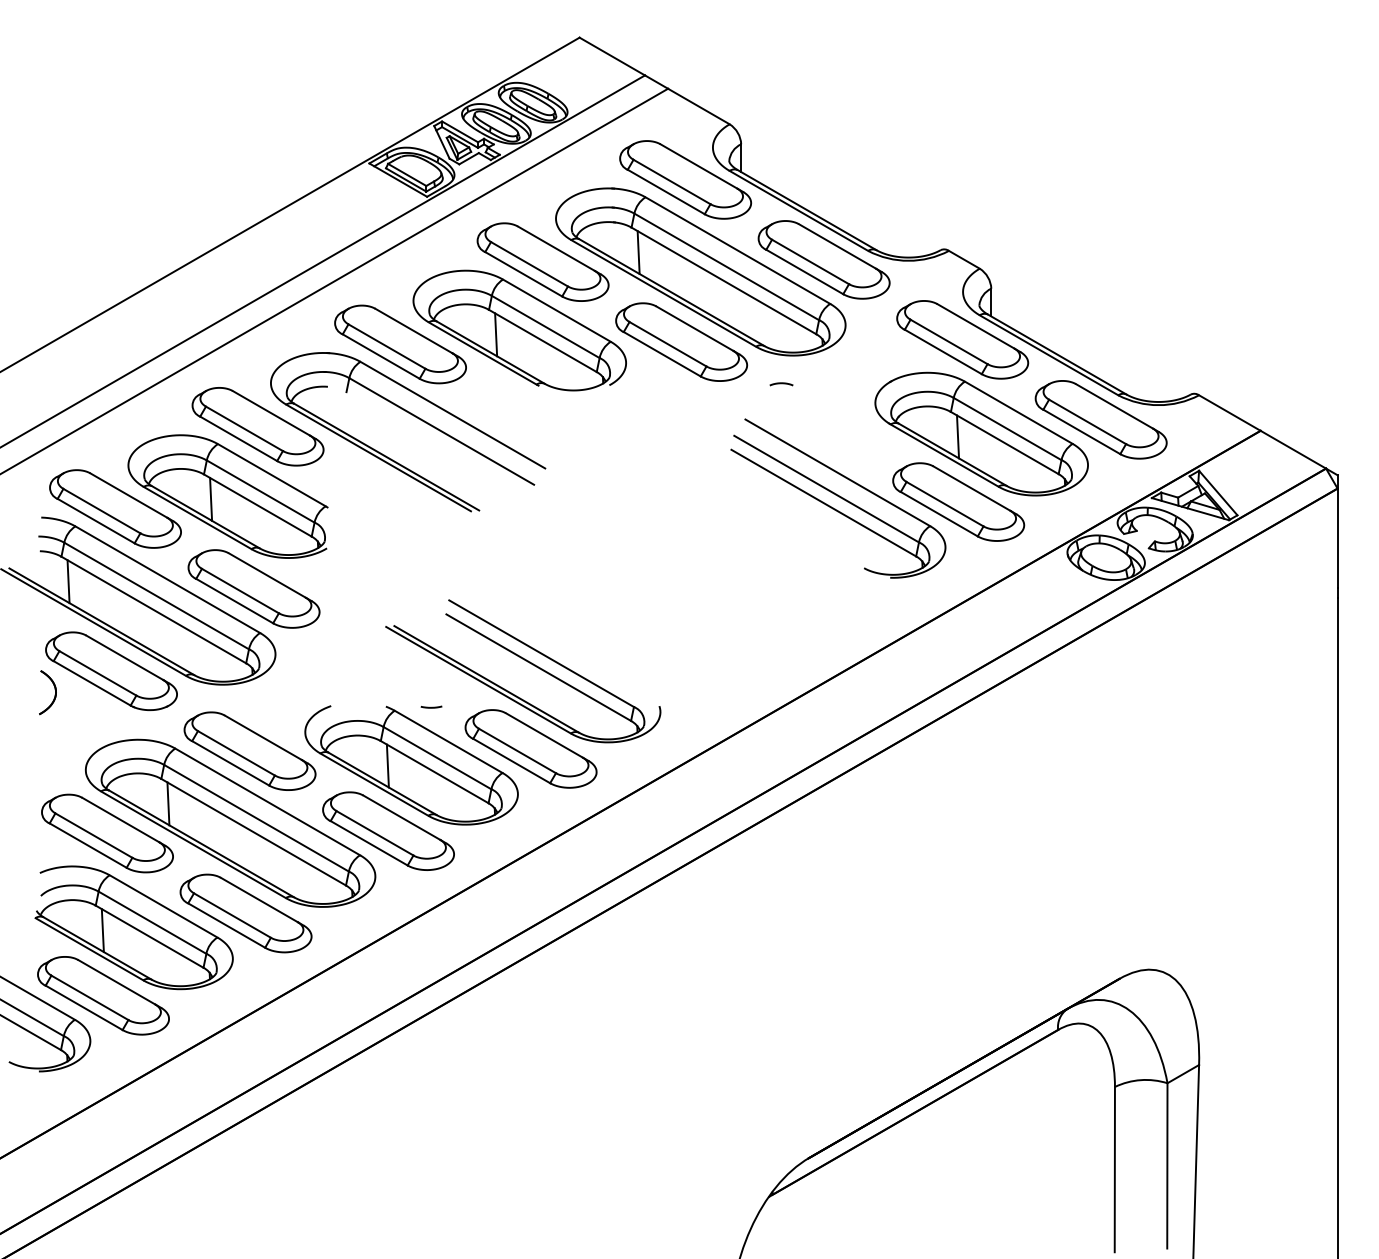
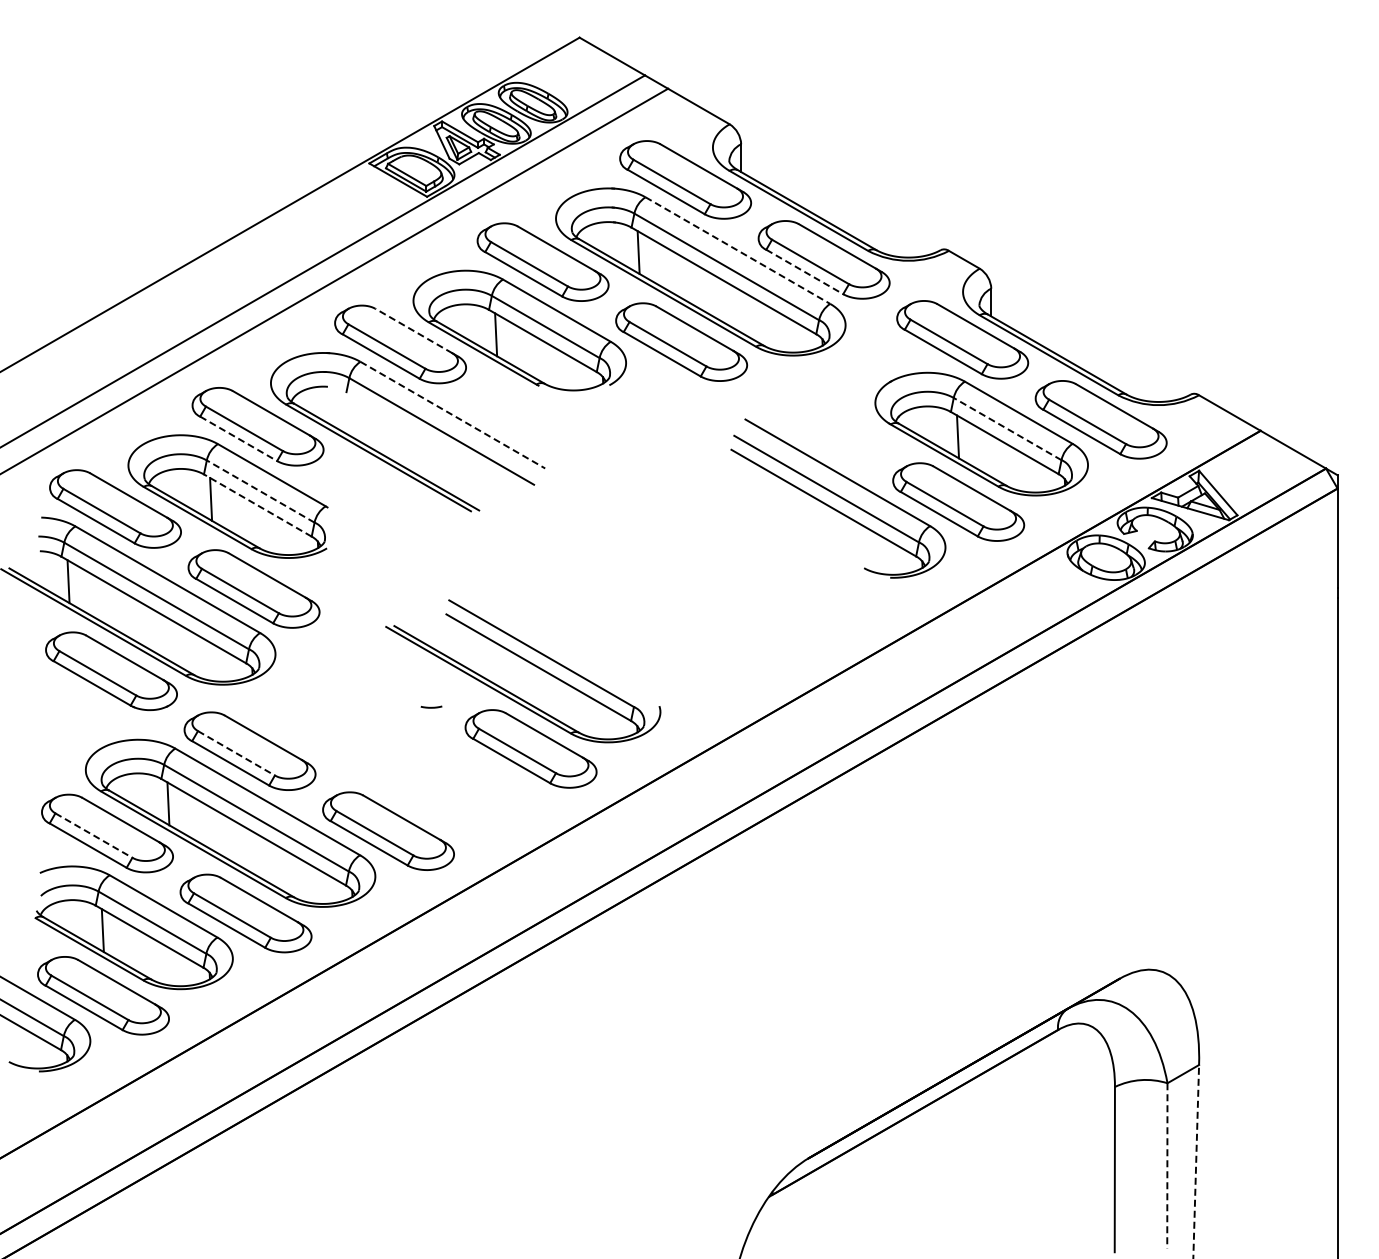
line at (737, 250): solid -> dashed
line at (805, 272): solid -> dashed
line at (413, 330): solid -> dashed
curve at (781, 384): present -> none
line at (452, 415): solid -> dashed
line at (1007, 428): solid -> dashed
line at (239, 439): solid -> dashed
line at (260, 491): solid -> dashed
line at (257, 505): solid -> dashed
part at (54, 689): present -> none
line at (236, 753): solid -> dashed
part at (411, 765): present -> none
line at (94, 835): solid -> dashed
line at (1196, 1161): solid -> dashed
line at (1167, 1165): solid -> dashed
